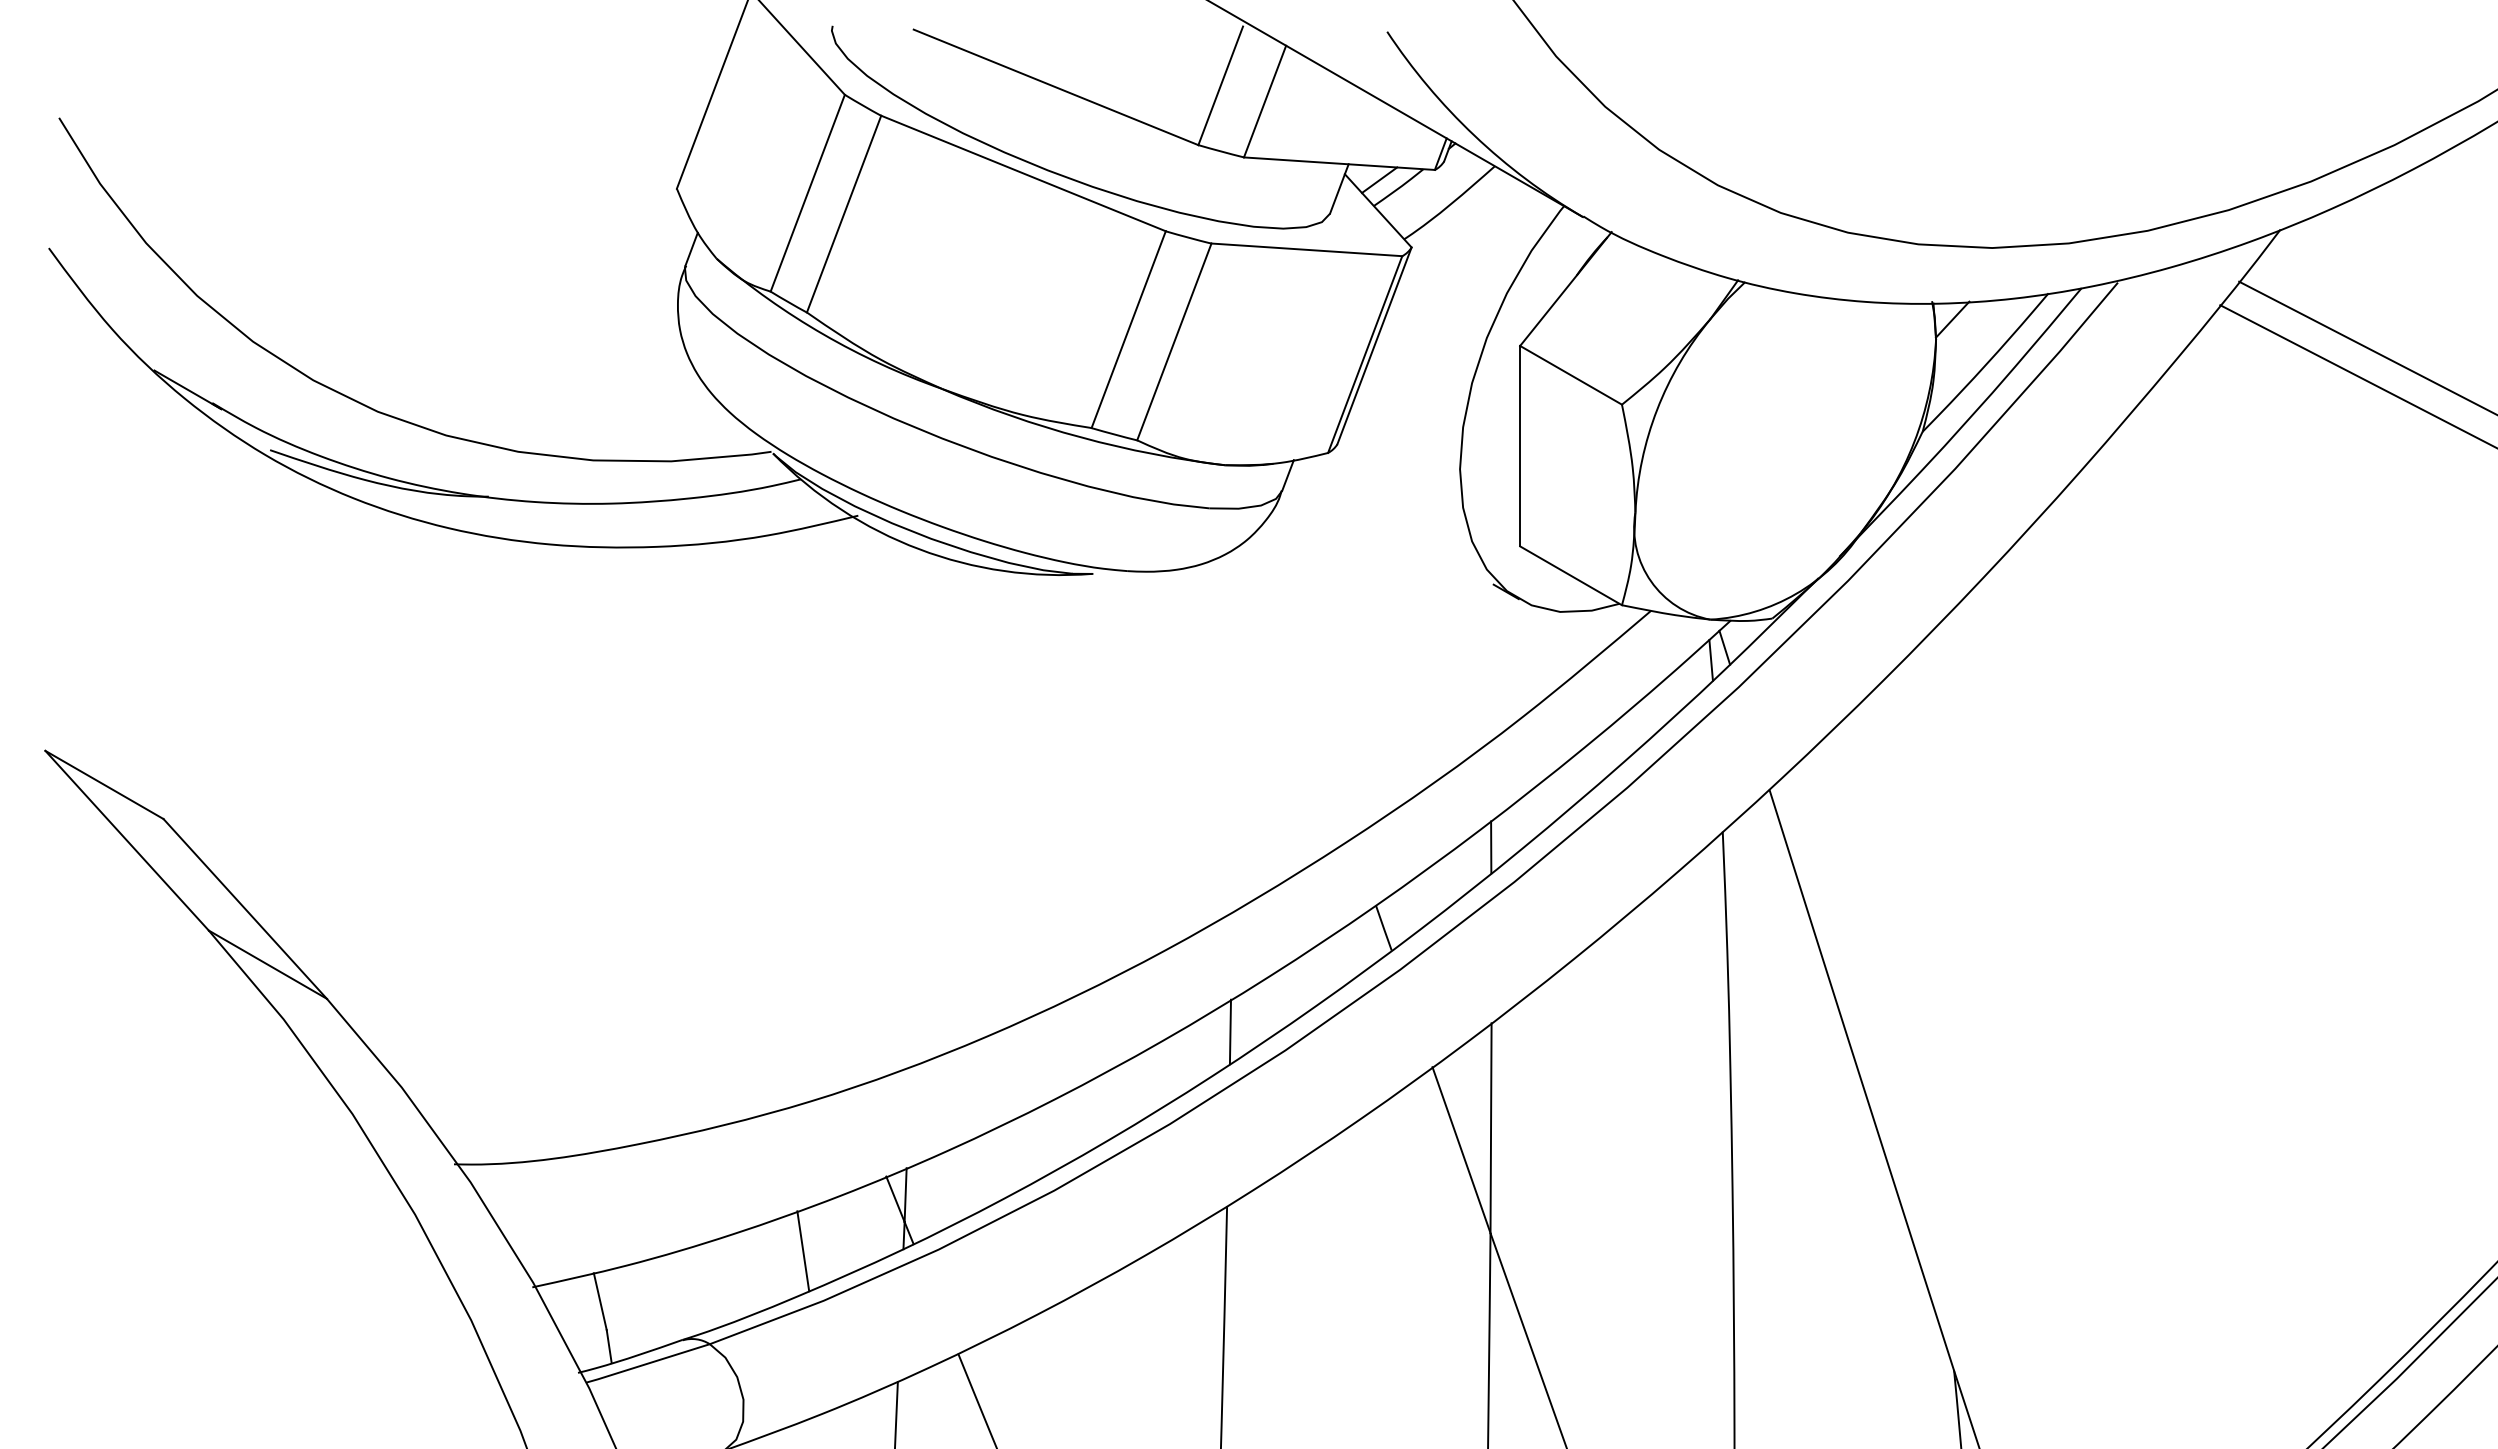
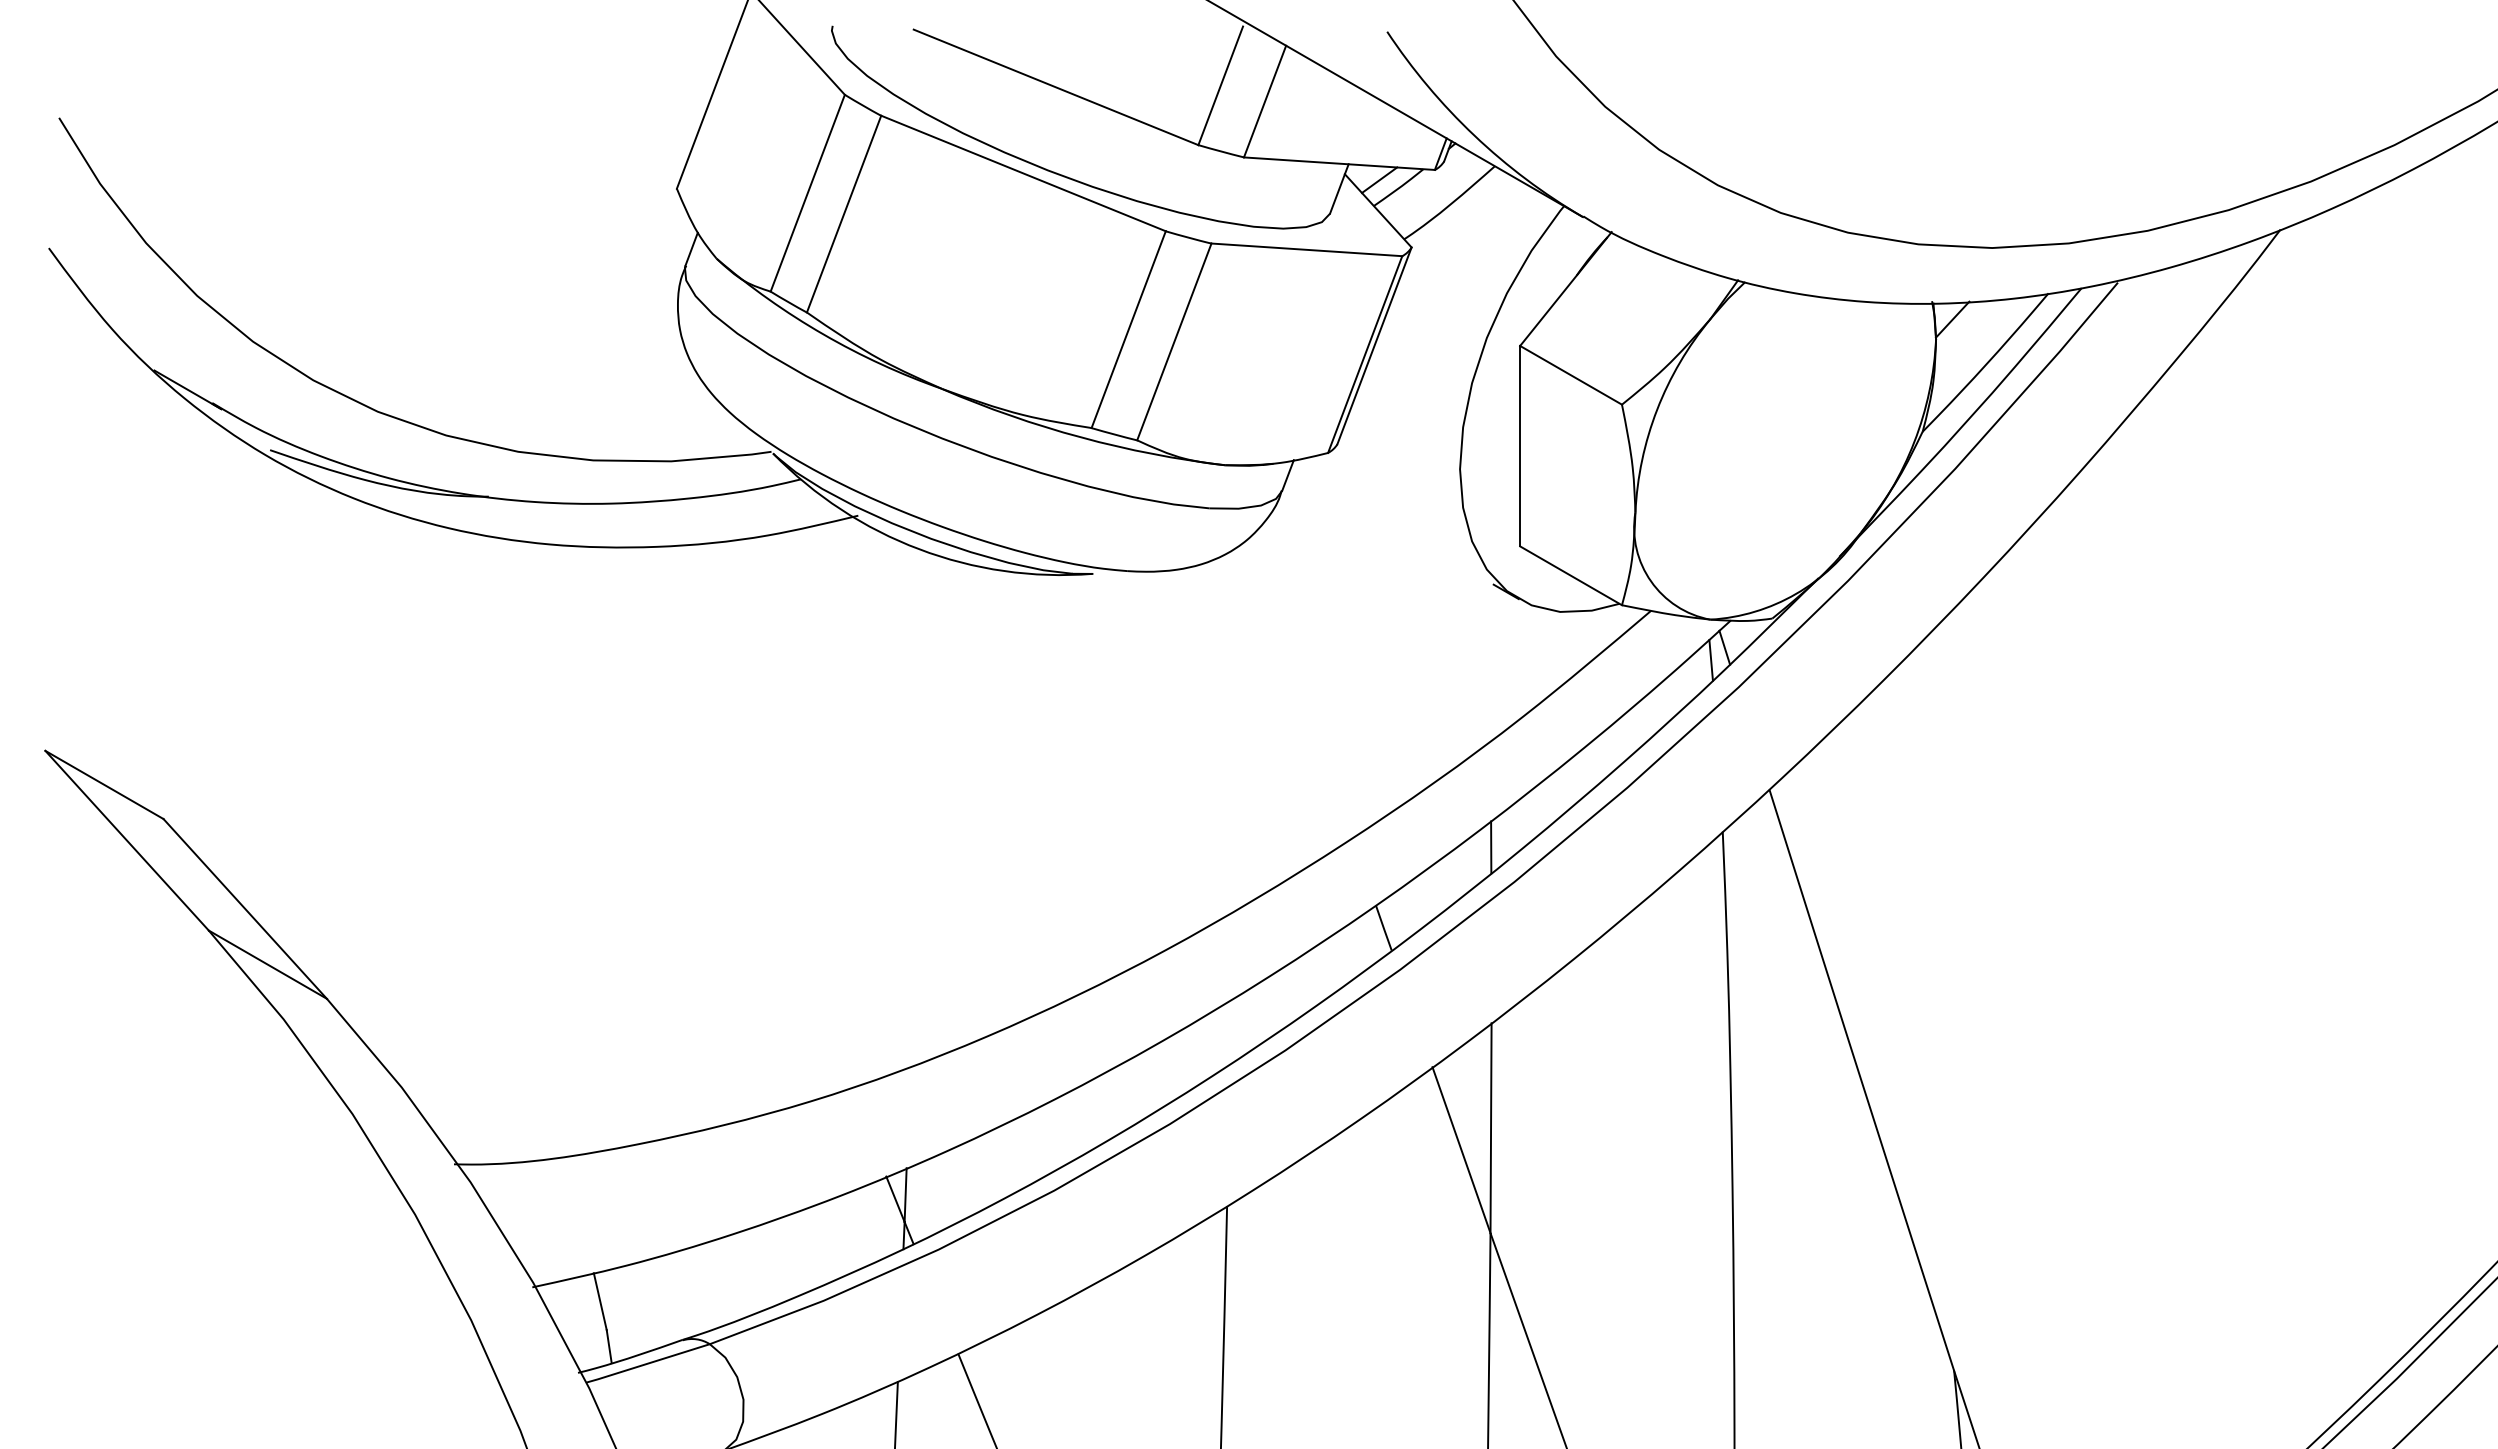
line at (2366, 347): present -> none
line at (2357, 375): present -> none
line at (1230, 1031): present -> none
line at (803, 1251): present -> none
